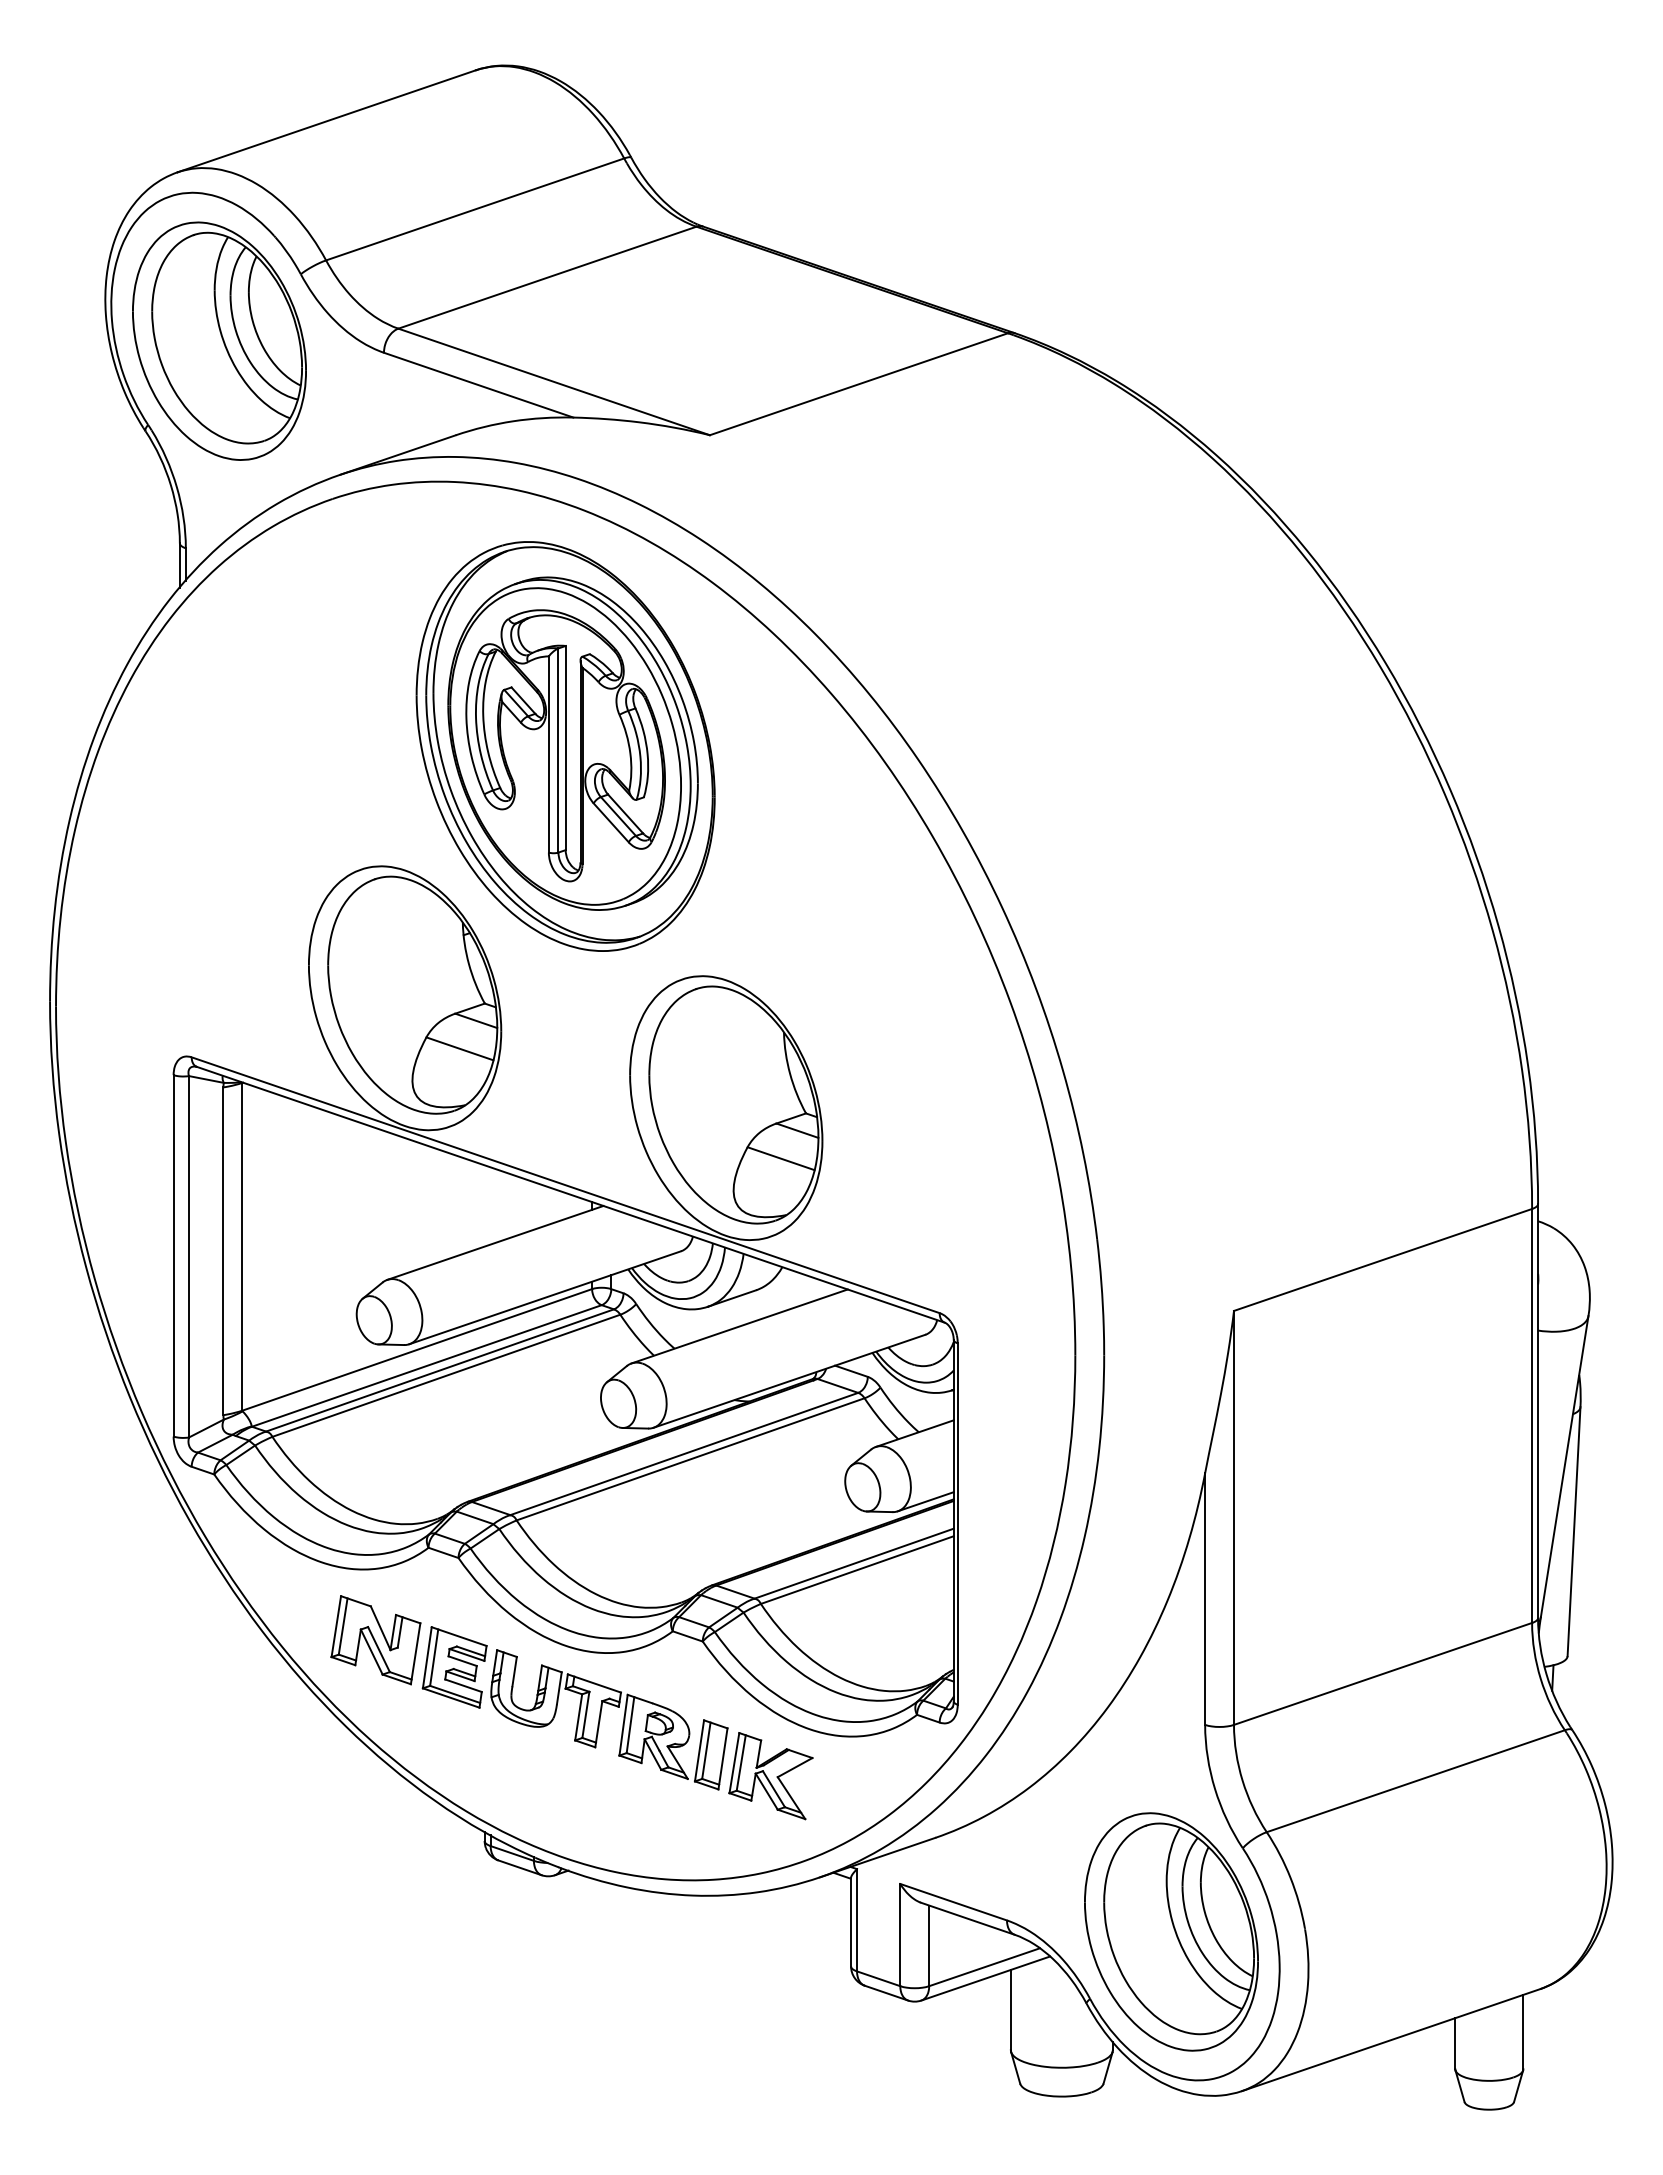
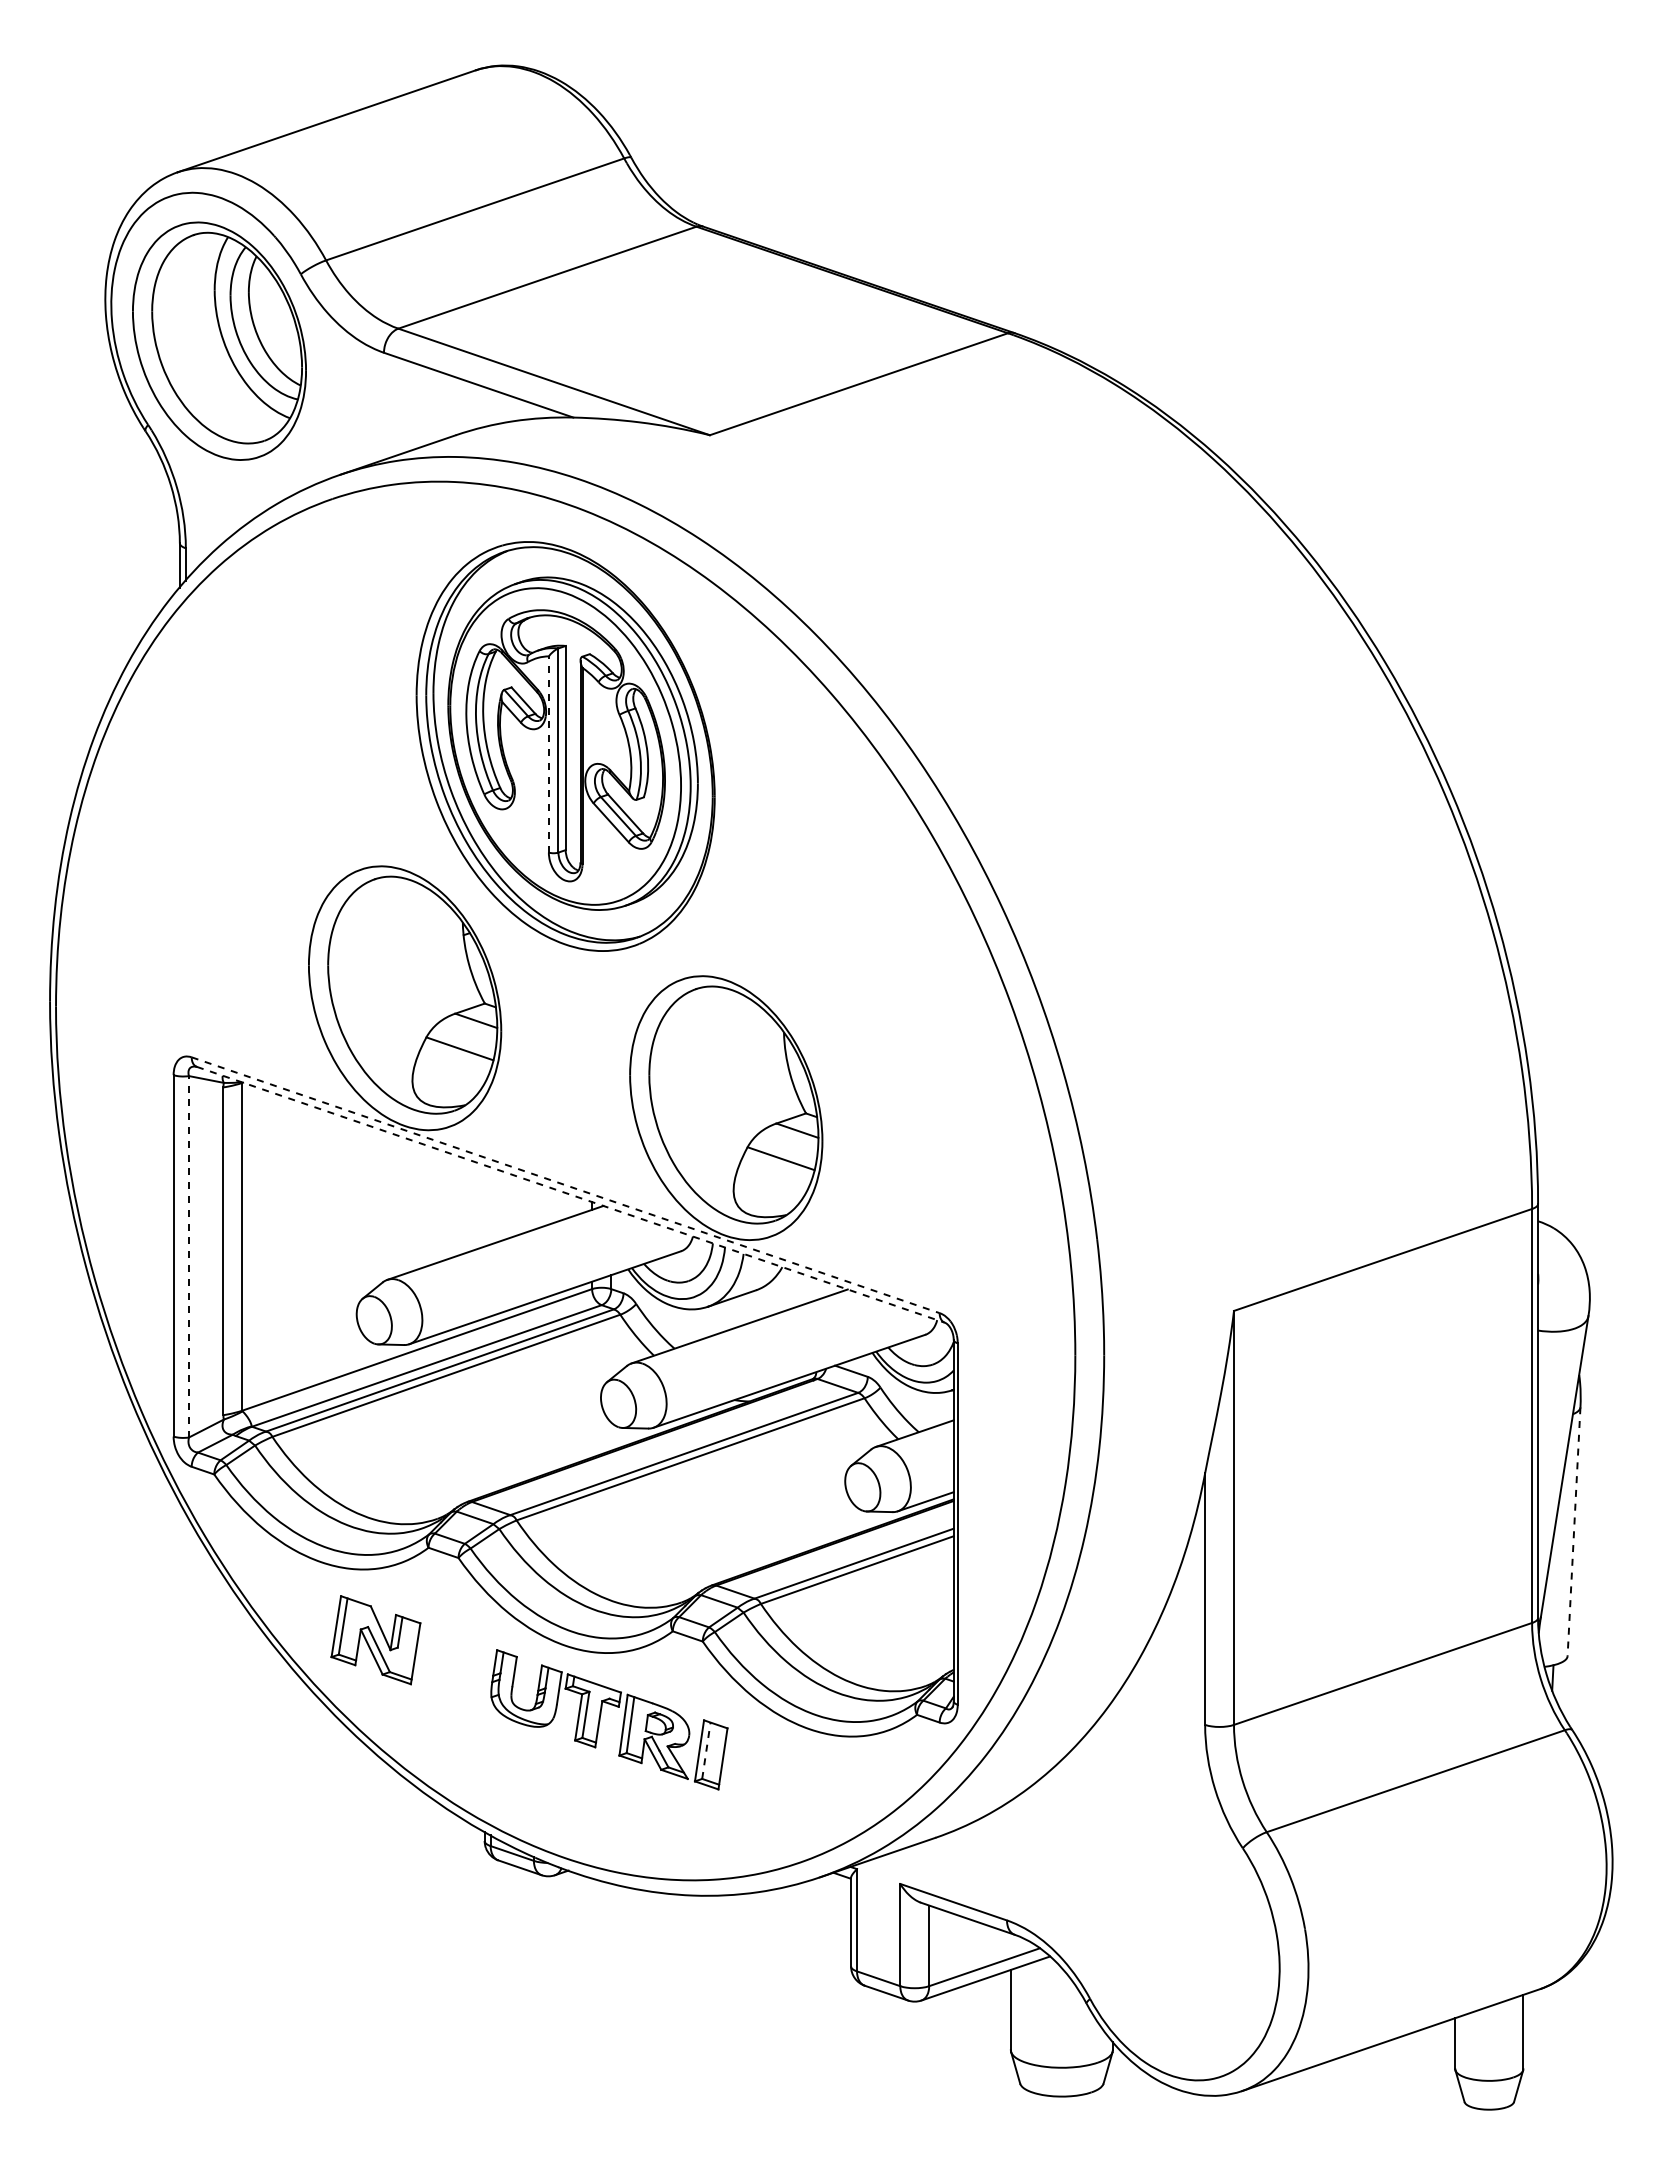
line at (548, 753): solid -> dashed
line at (566, 1185): solid -> dashed
line at (571, 1194): solid -> dashed
line at (189, 1256): solid -> dashed
line at (1574, 1531): solid -> dashed
part at (454, 1667): present -> none
line at (706, 1750): solid -> dashed
part at (770, 1776): present -> none
part at (1171, 1931): present -> none
